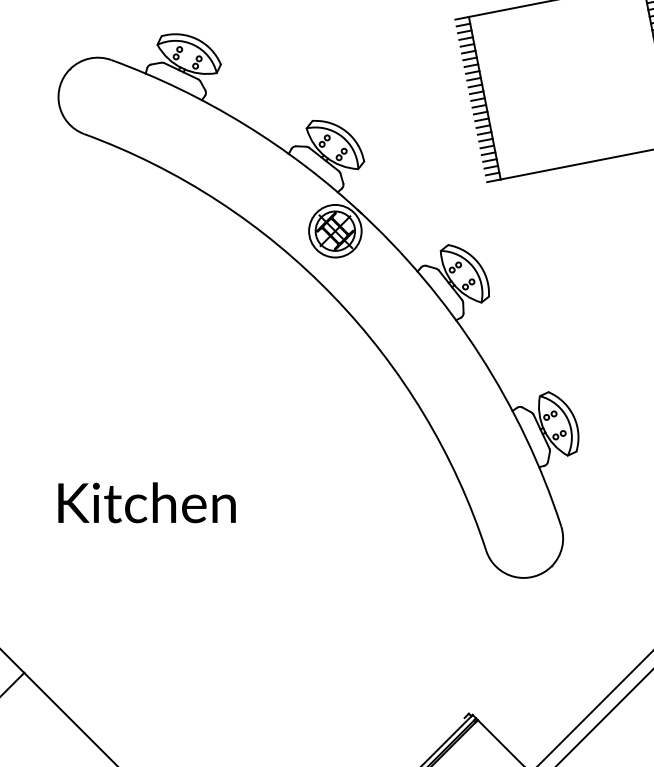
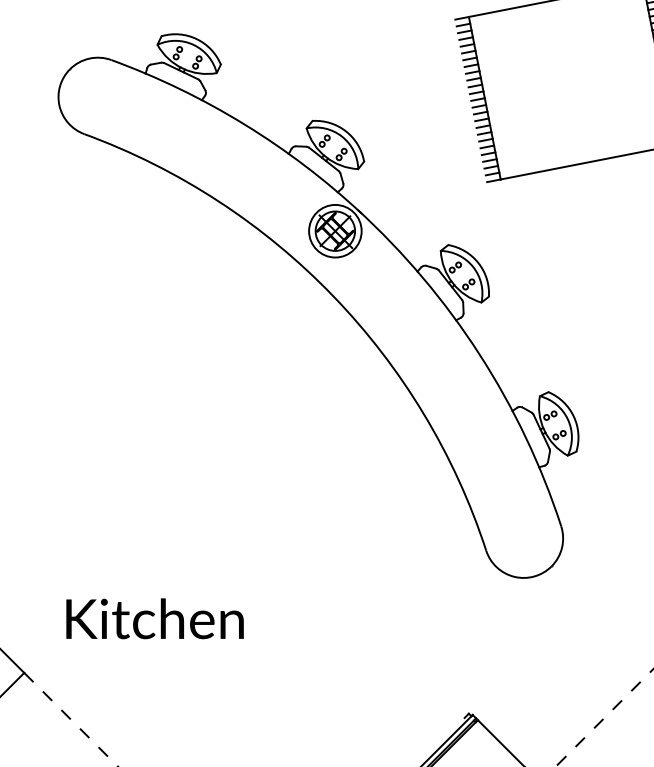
text at (146, 502) position: (146, 502) -> (154, 618)
line at (595, 707): present -> none
line at (604, 718): solid -> dashed
line at (71, 720): solid -> dashed
